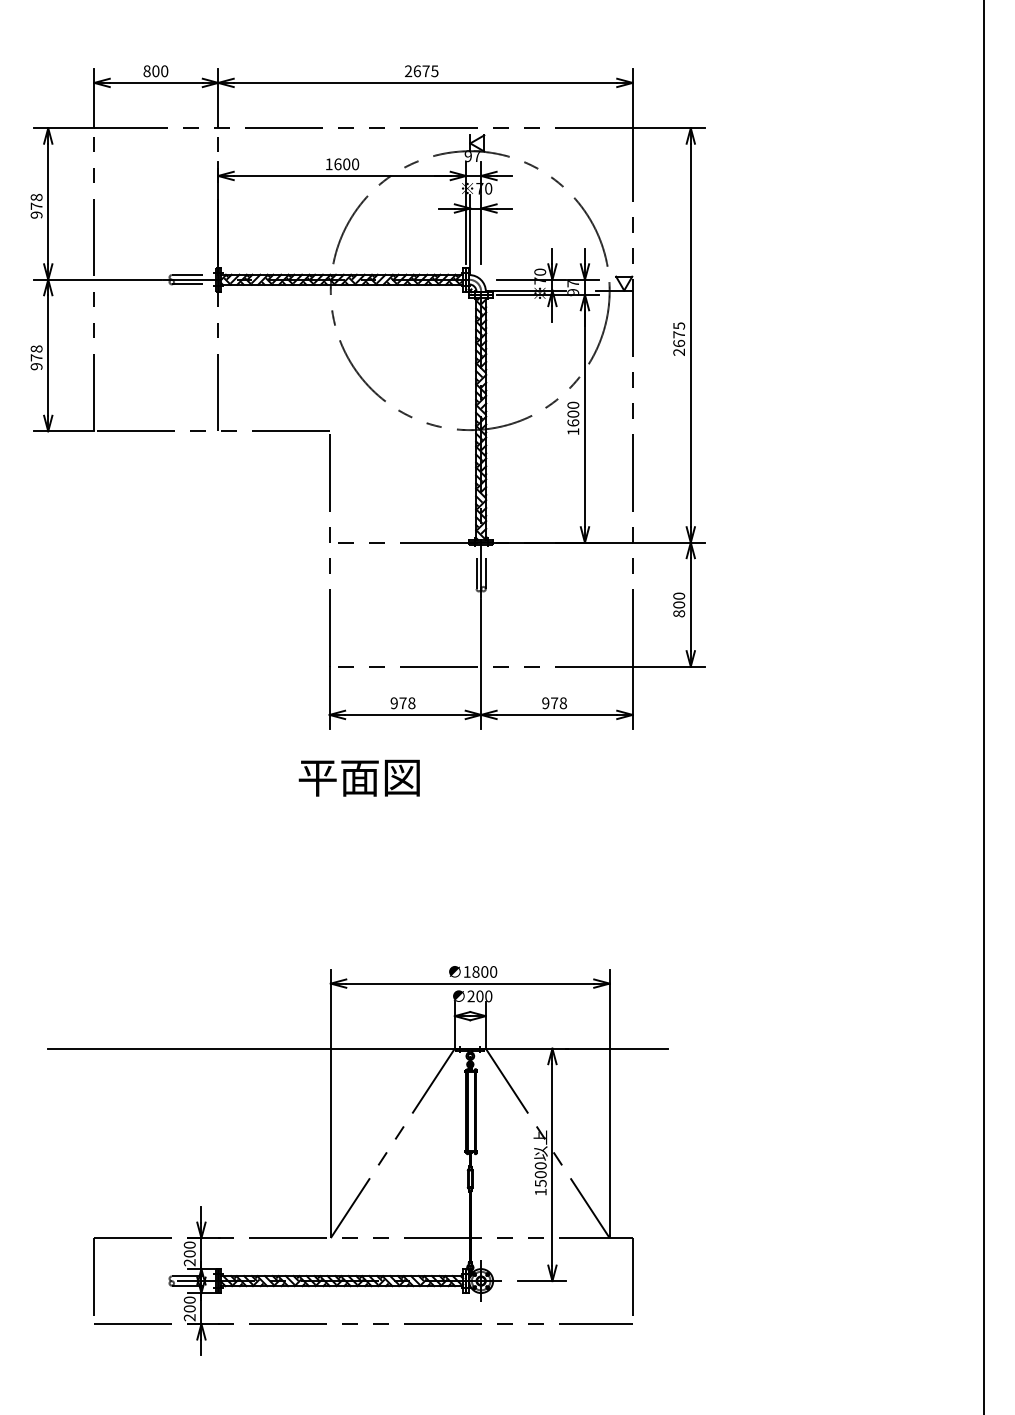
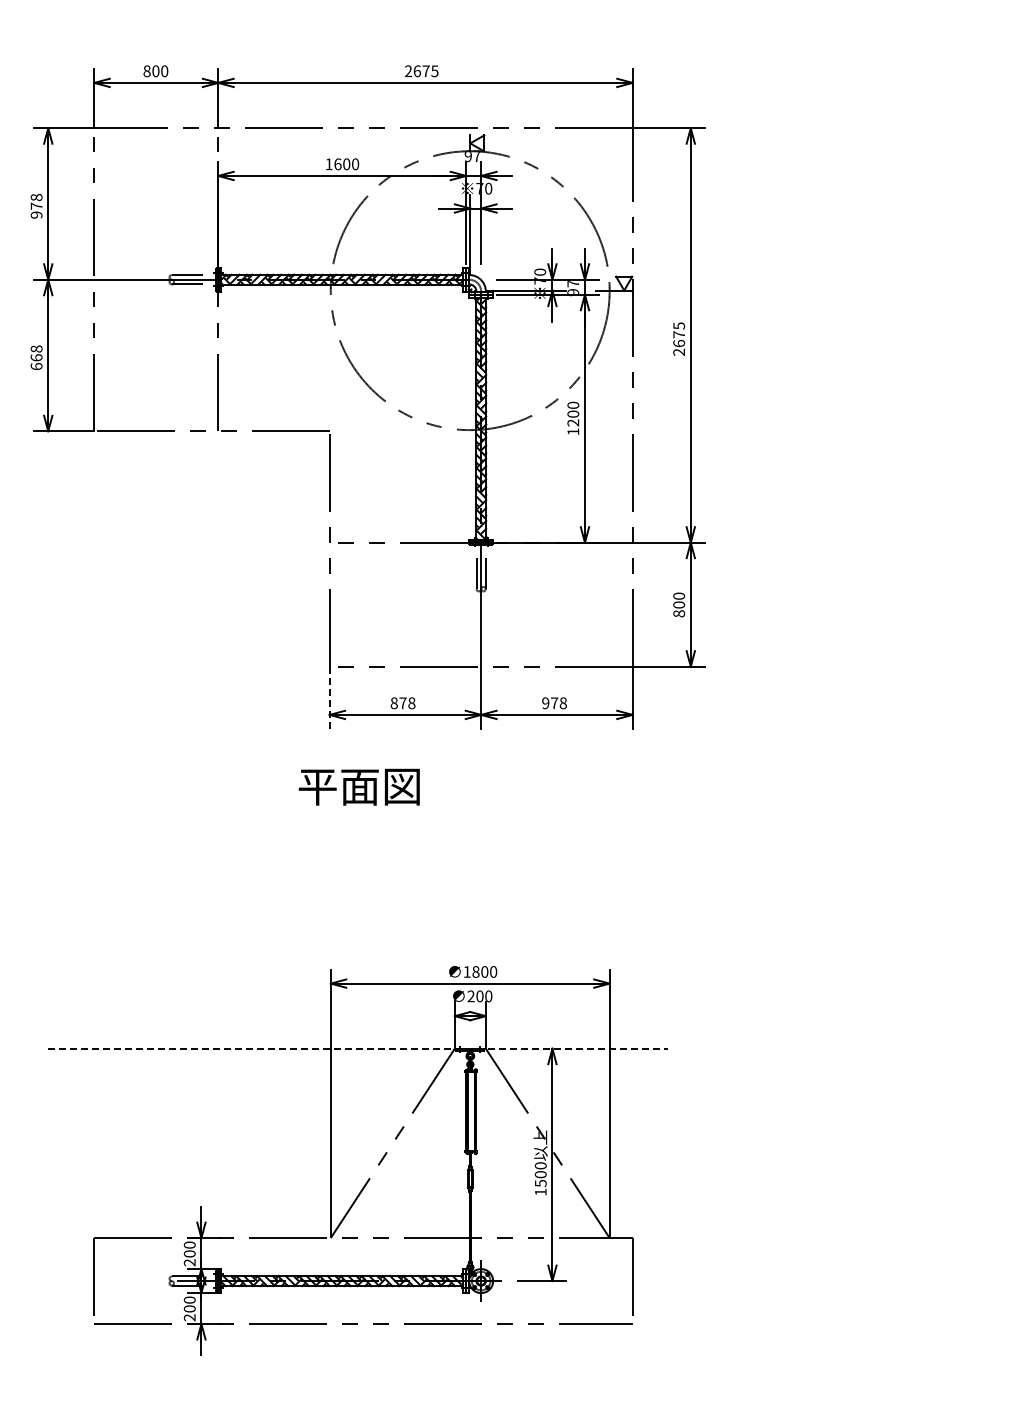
text at (36, 362): 978 -> 668
text at (573, 422): 1600 -> 1200
line at (329, 698): solid -> dashed
text at (393, 703): 978 -> 878
line at (984, 706): present -> none
text at (358, 777) position: (358, 777) -> (358, 786)
line at (357, 1048): solid -> dashed
